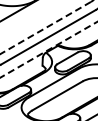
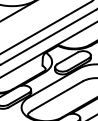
line at (45, 28): dashed -> solid
line at (48, 49): dashed -> solid
